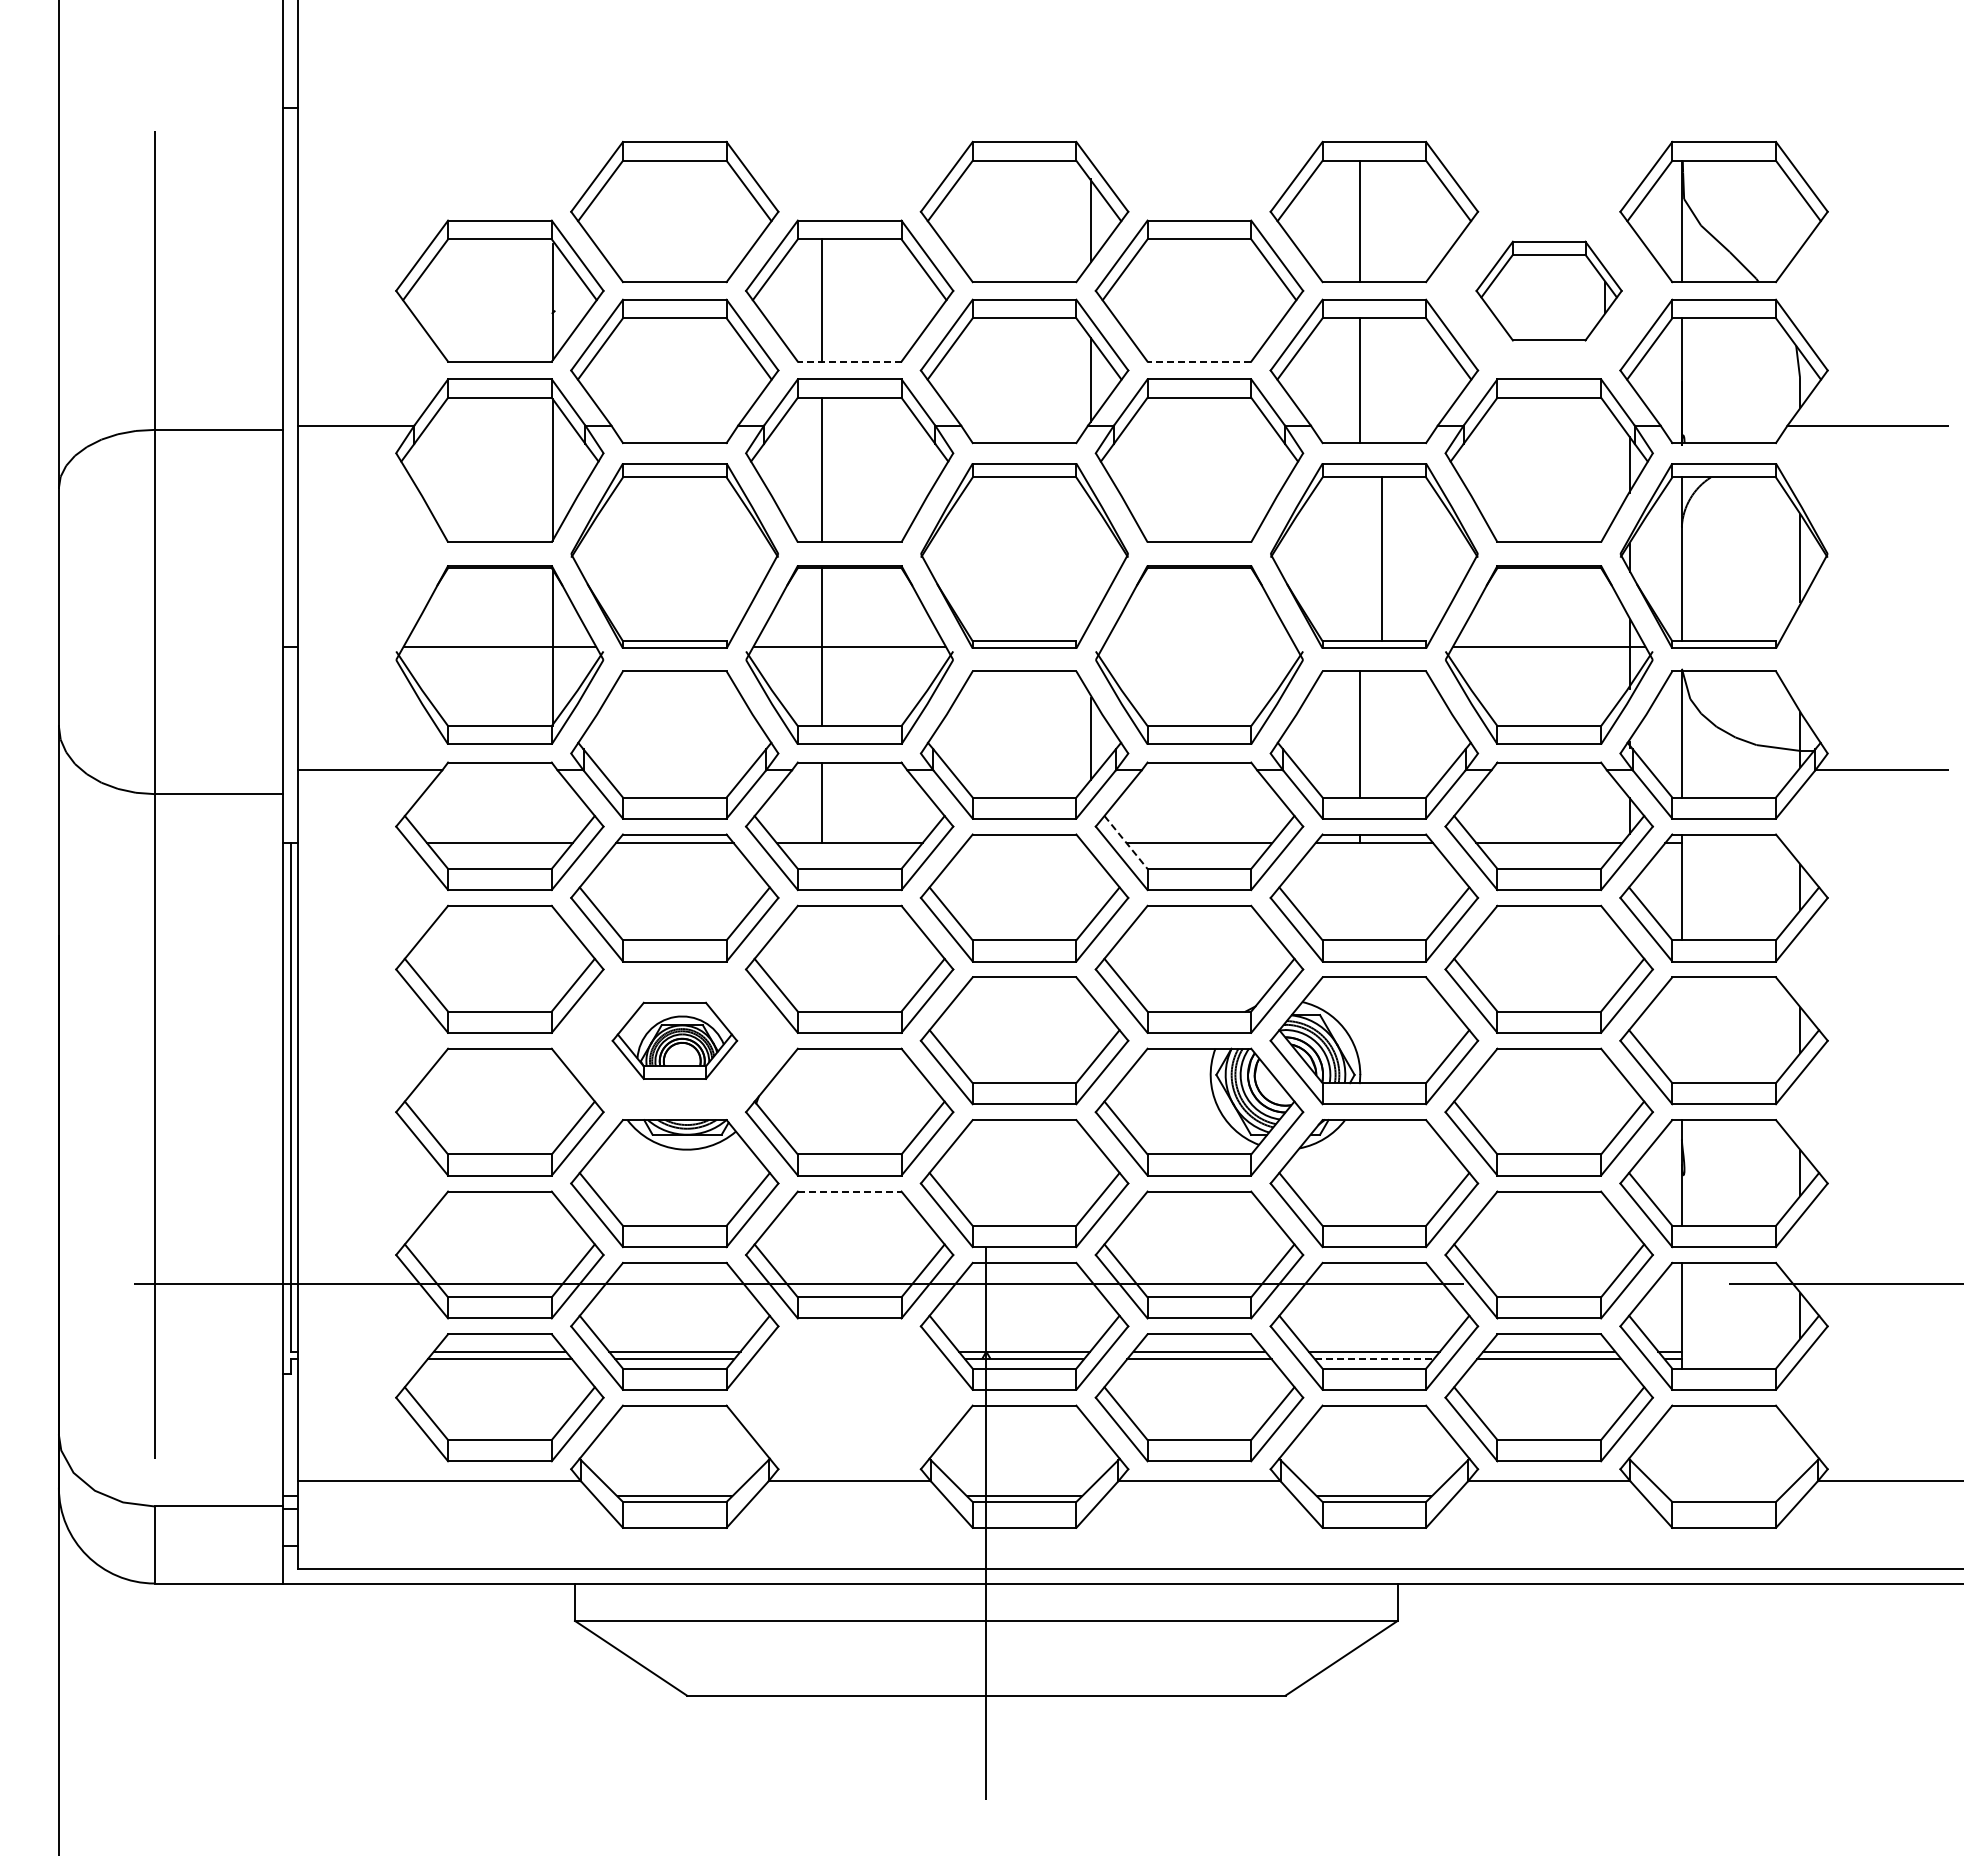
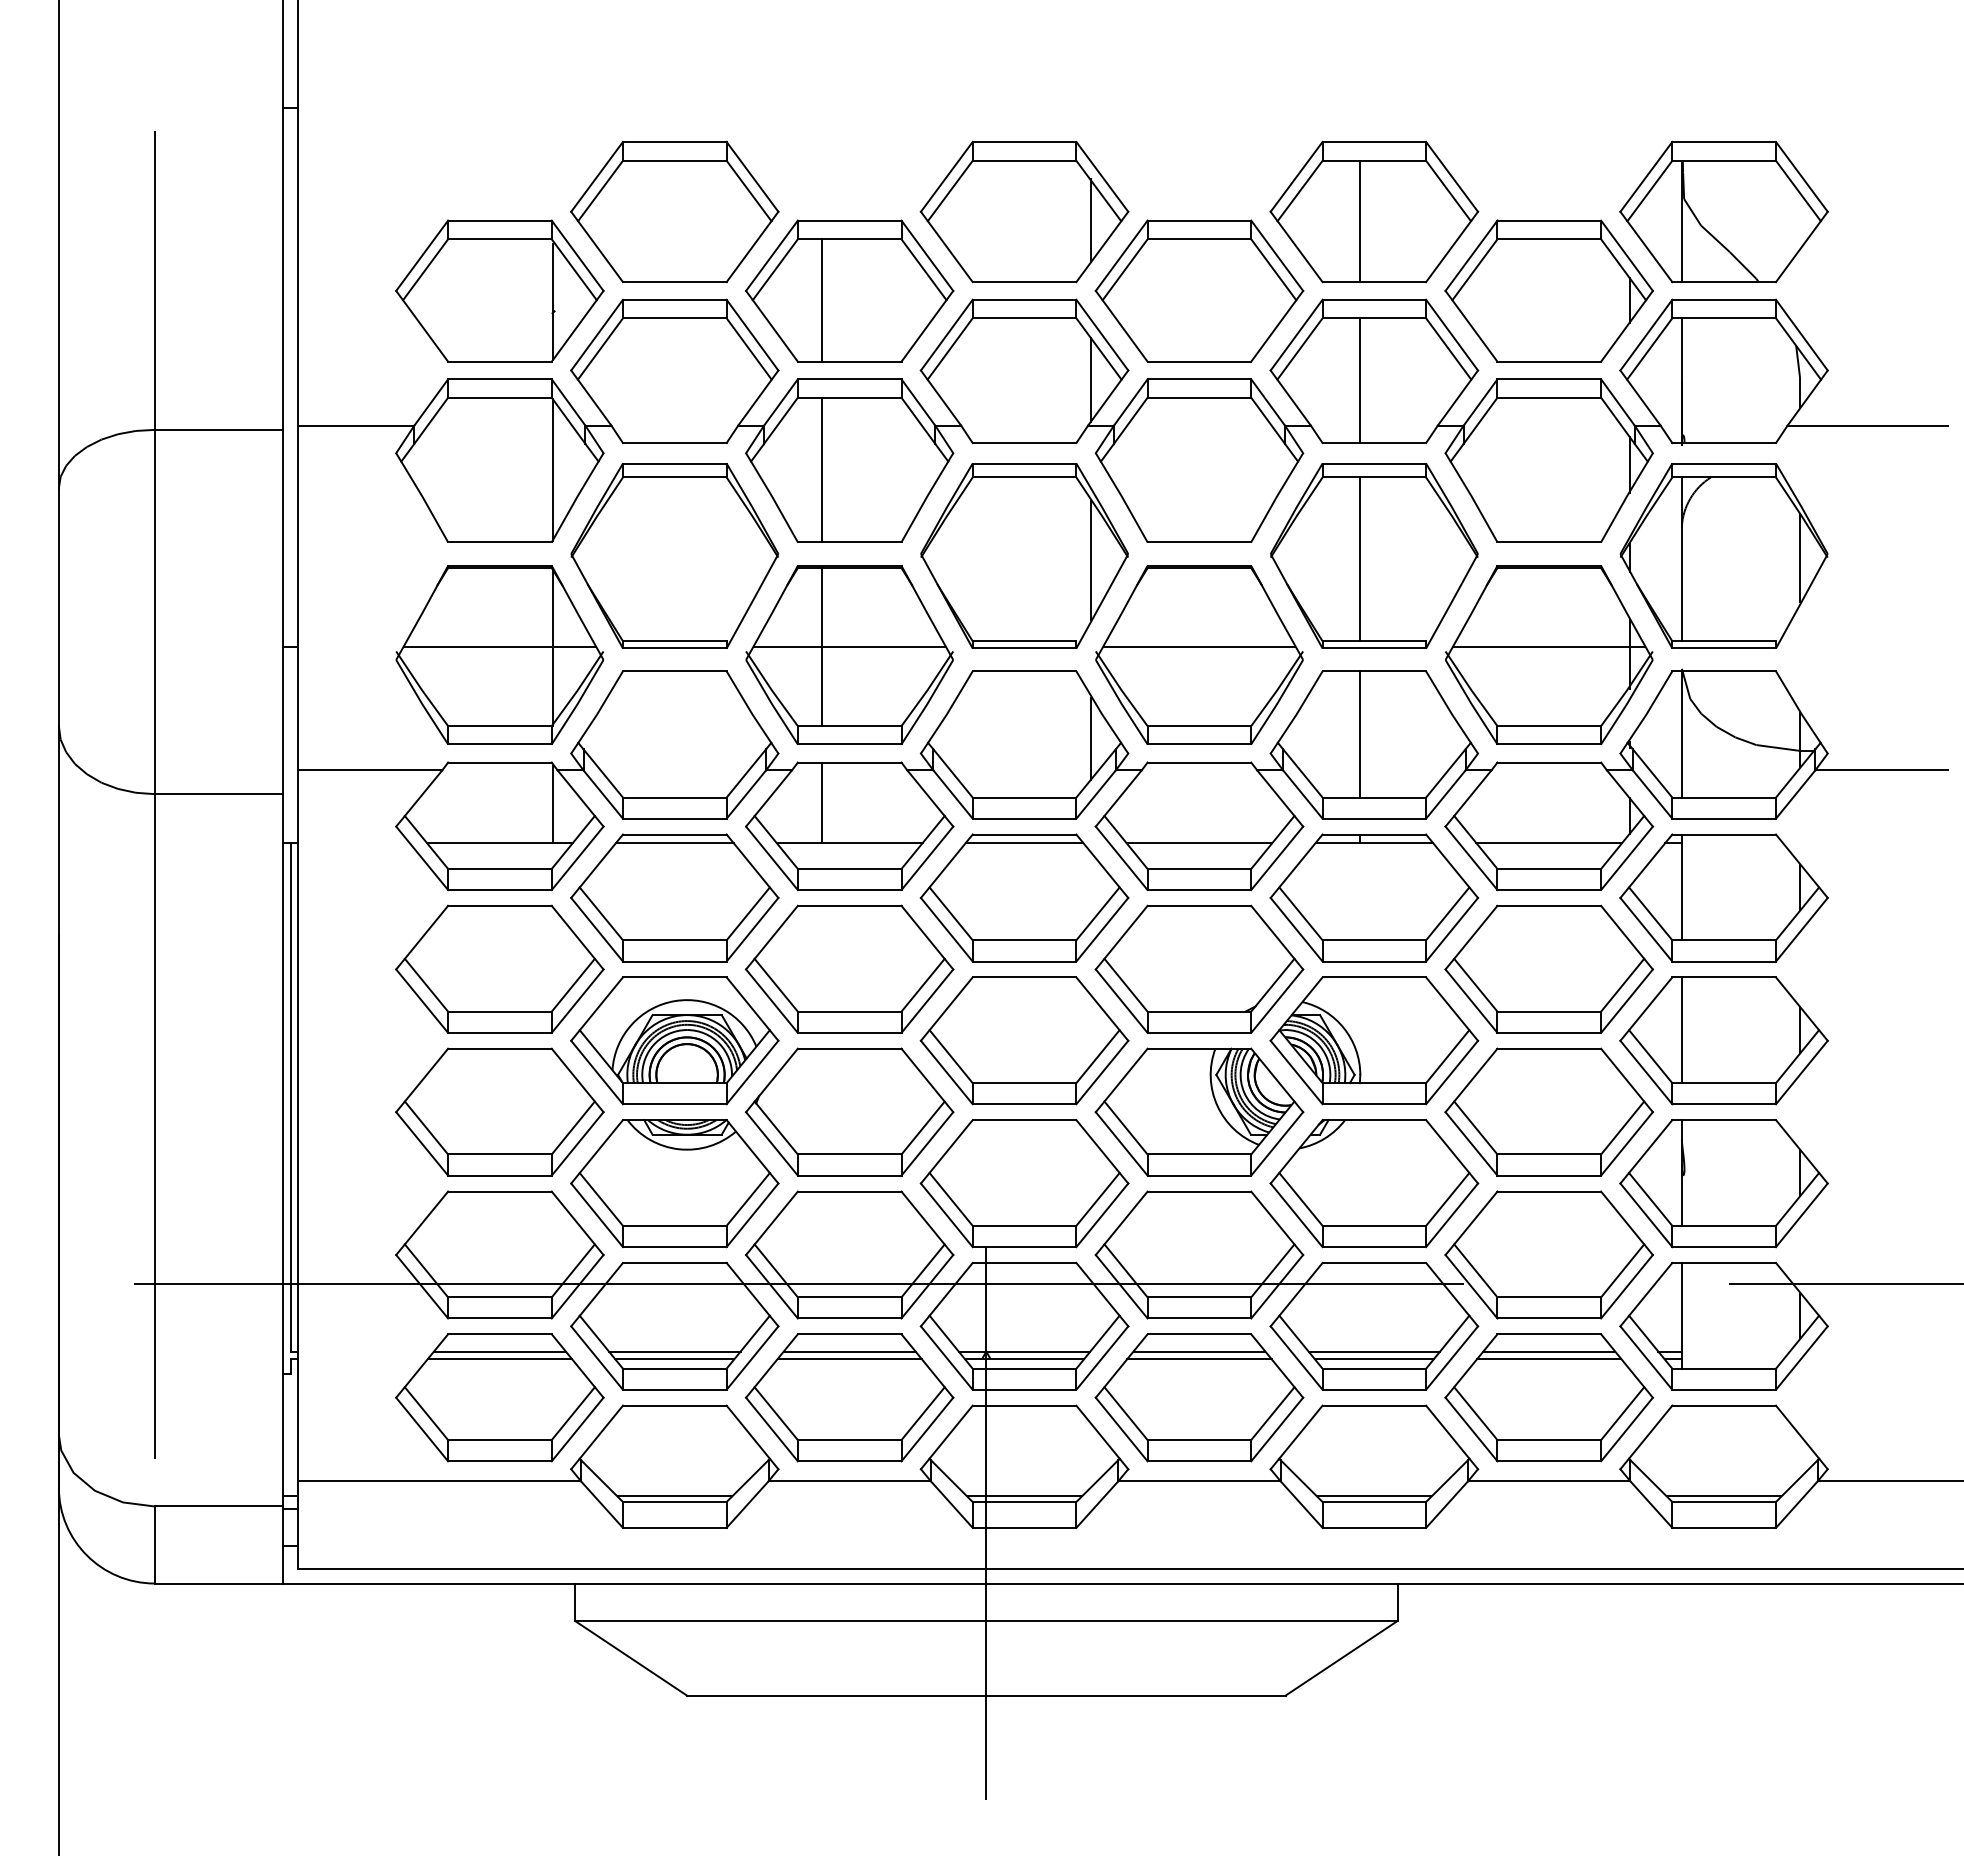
part at (1548, 290) size: 148x102 px -> 210x144 px
line at (849, 361): dashed -> solid
line at (1199, 361): dashed -> solid
line at (1091, 559): none -> present
line at (1382, 559) position: (1382, 559) -> (1360, 559)
line at (1199, 647): none -> present
line at (552, 804): none -> present
line at (1126, 842): dashed -> solid
line at (1024, 843): none -> present
line at (1681, 1030): none -> present
part at (674, 1040) size: 128x79 px -> 210x130 px
line at (849, 1191): dashed -> solid
line at (1374, 1359): dashed -> solid
part at (849, 1397): none -> present
line at (1724, 1495): none -> present
